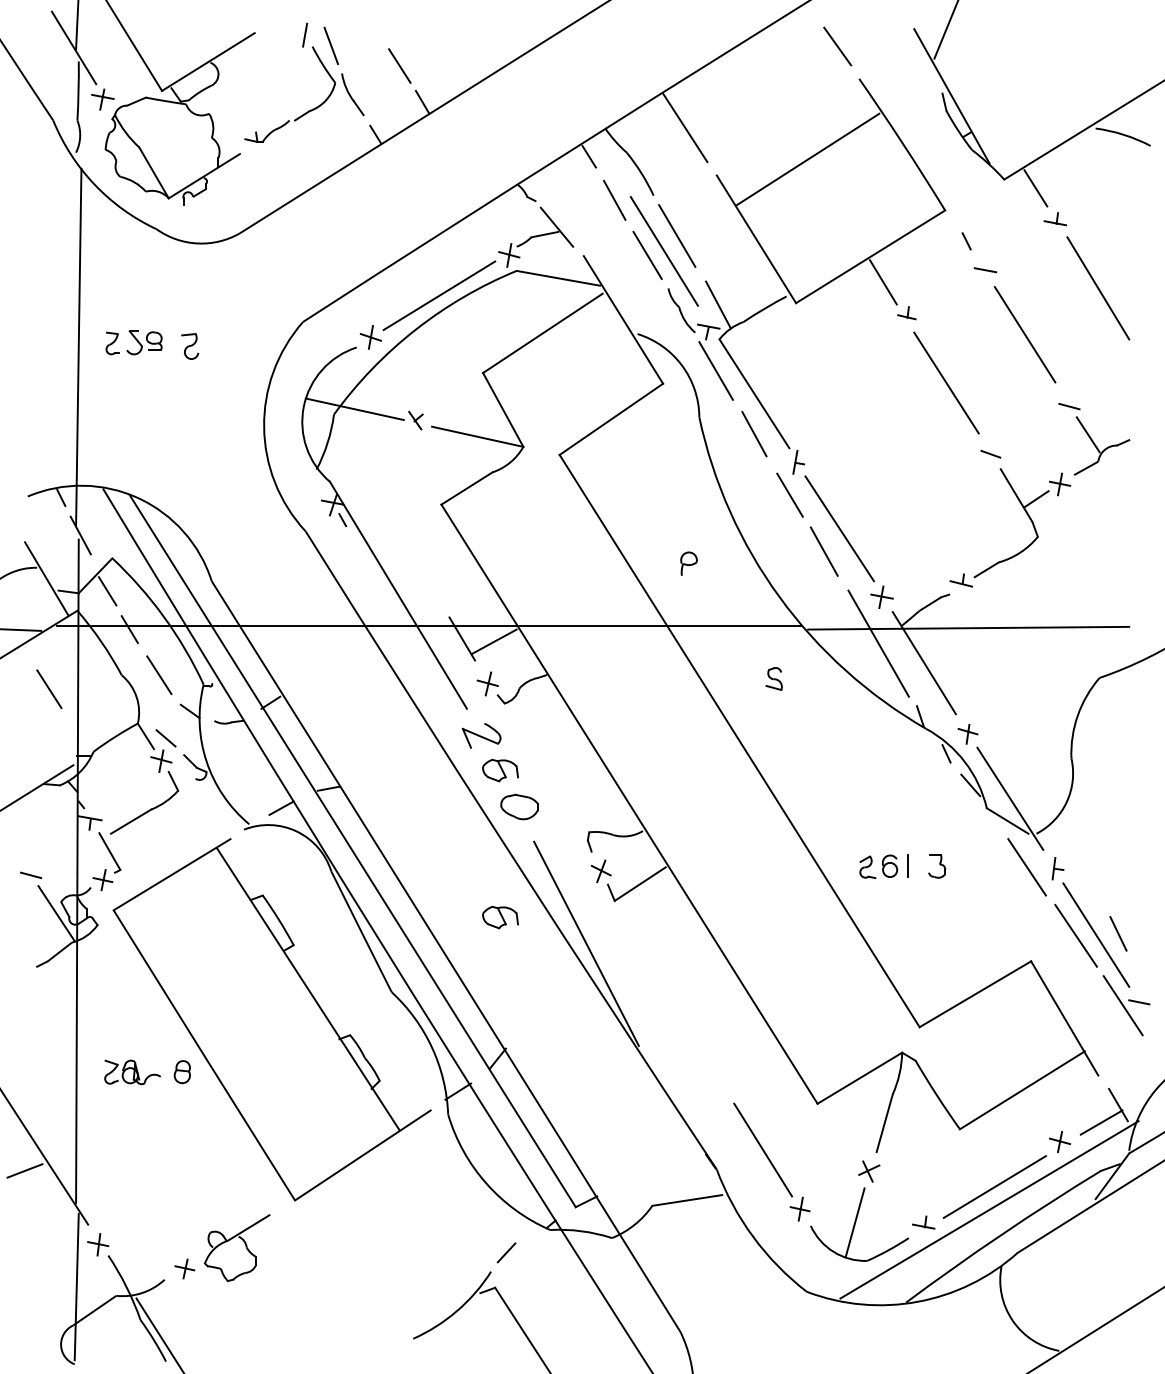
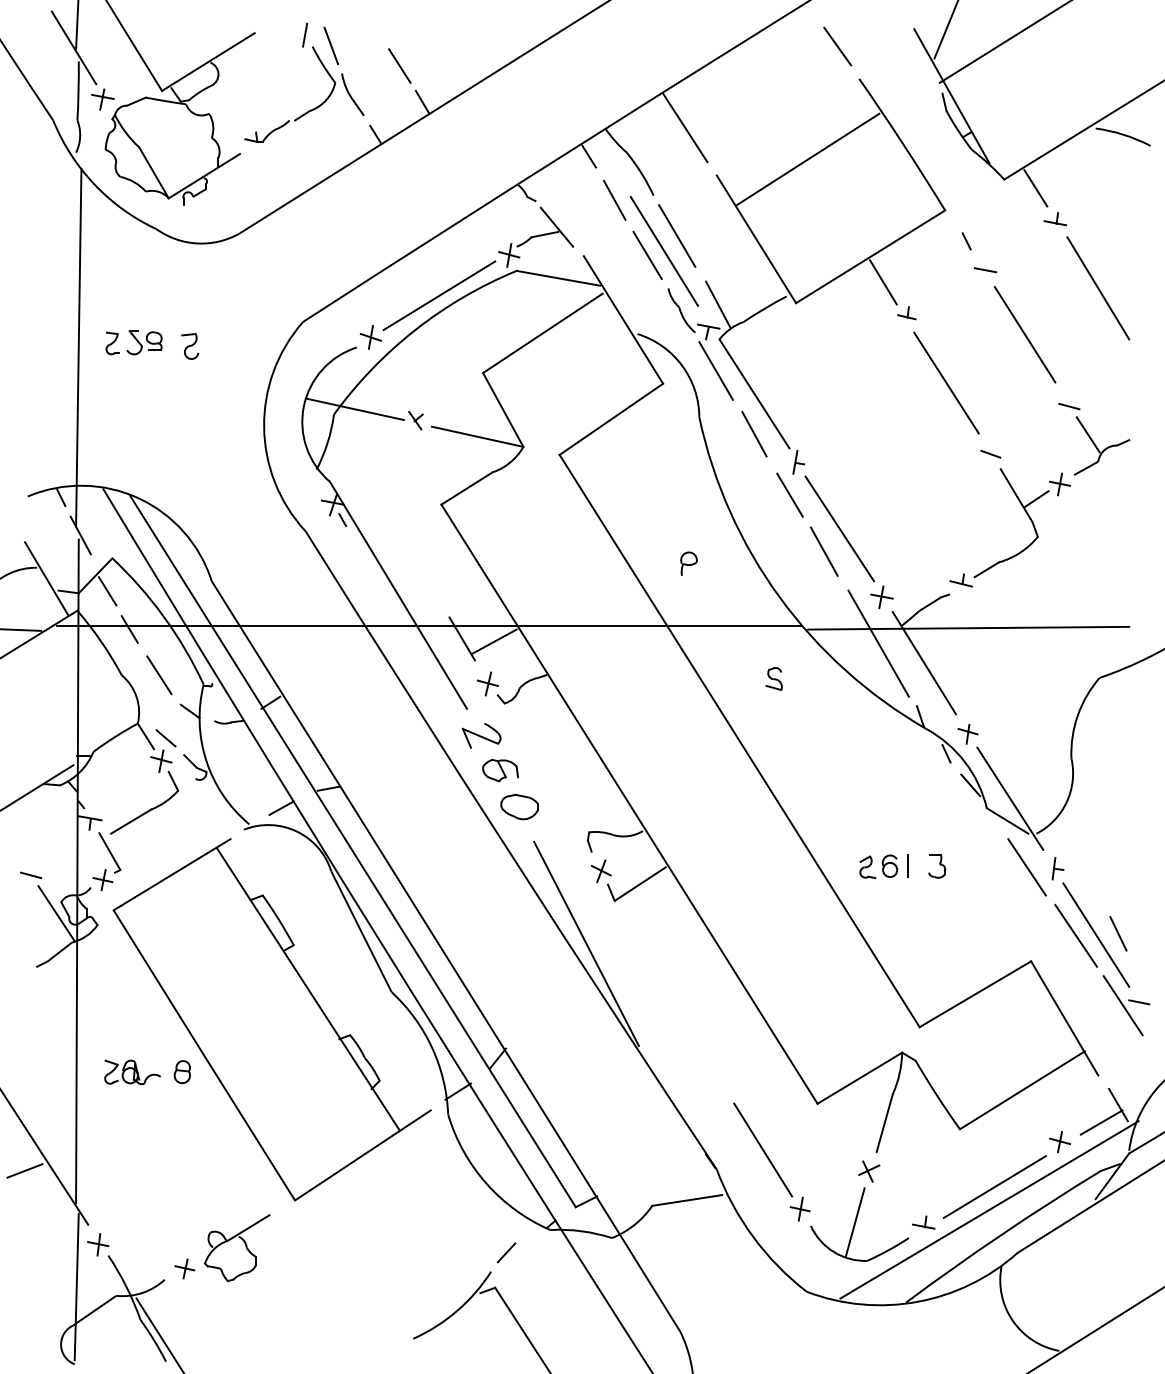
line at (1003, 42): none -> present
line at (49, 689): present -> none
part at (500, 917): present -> none
